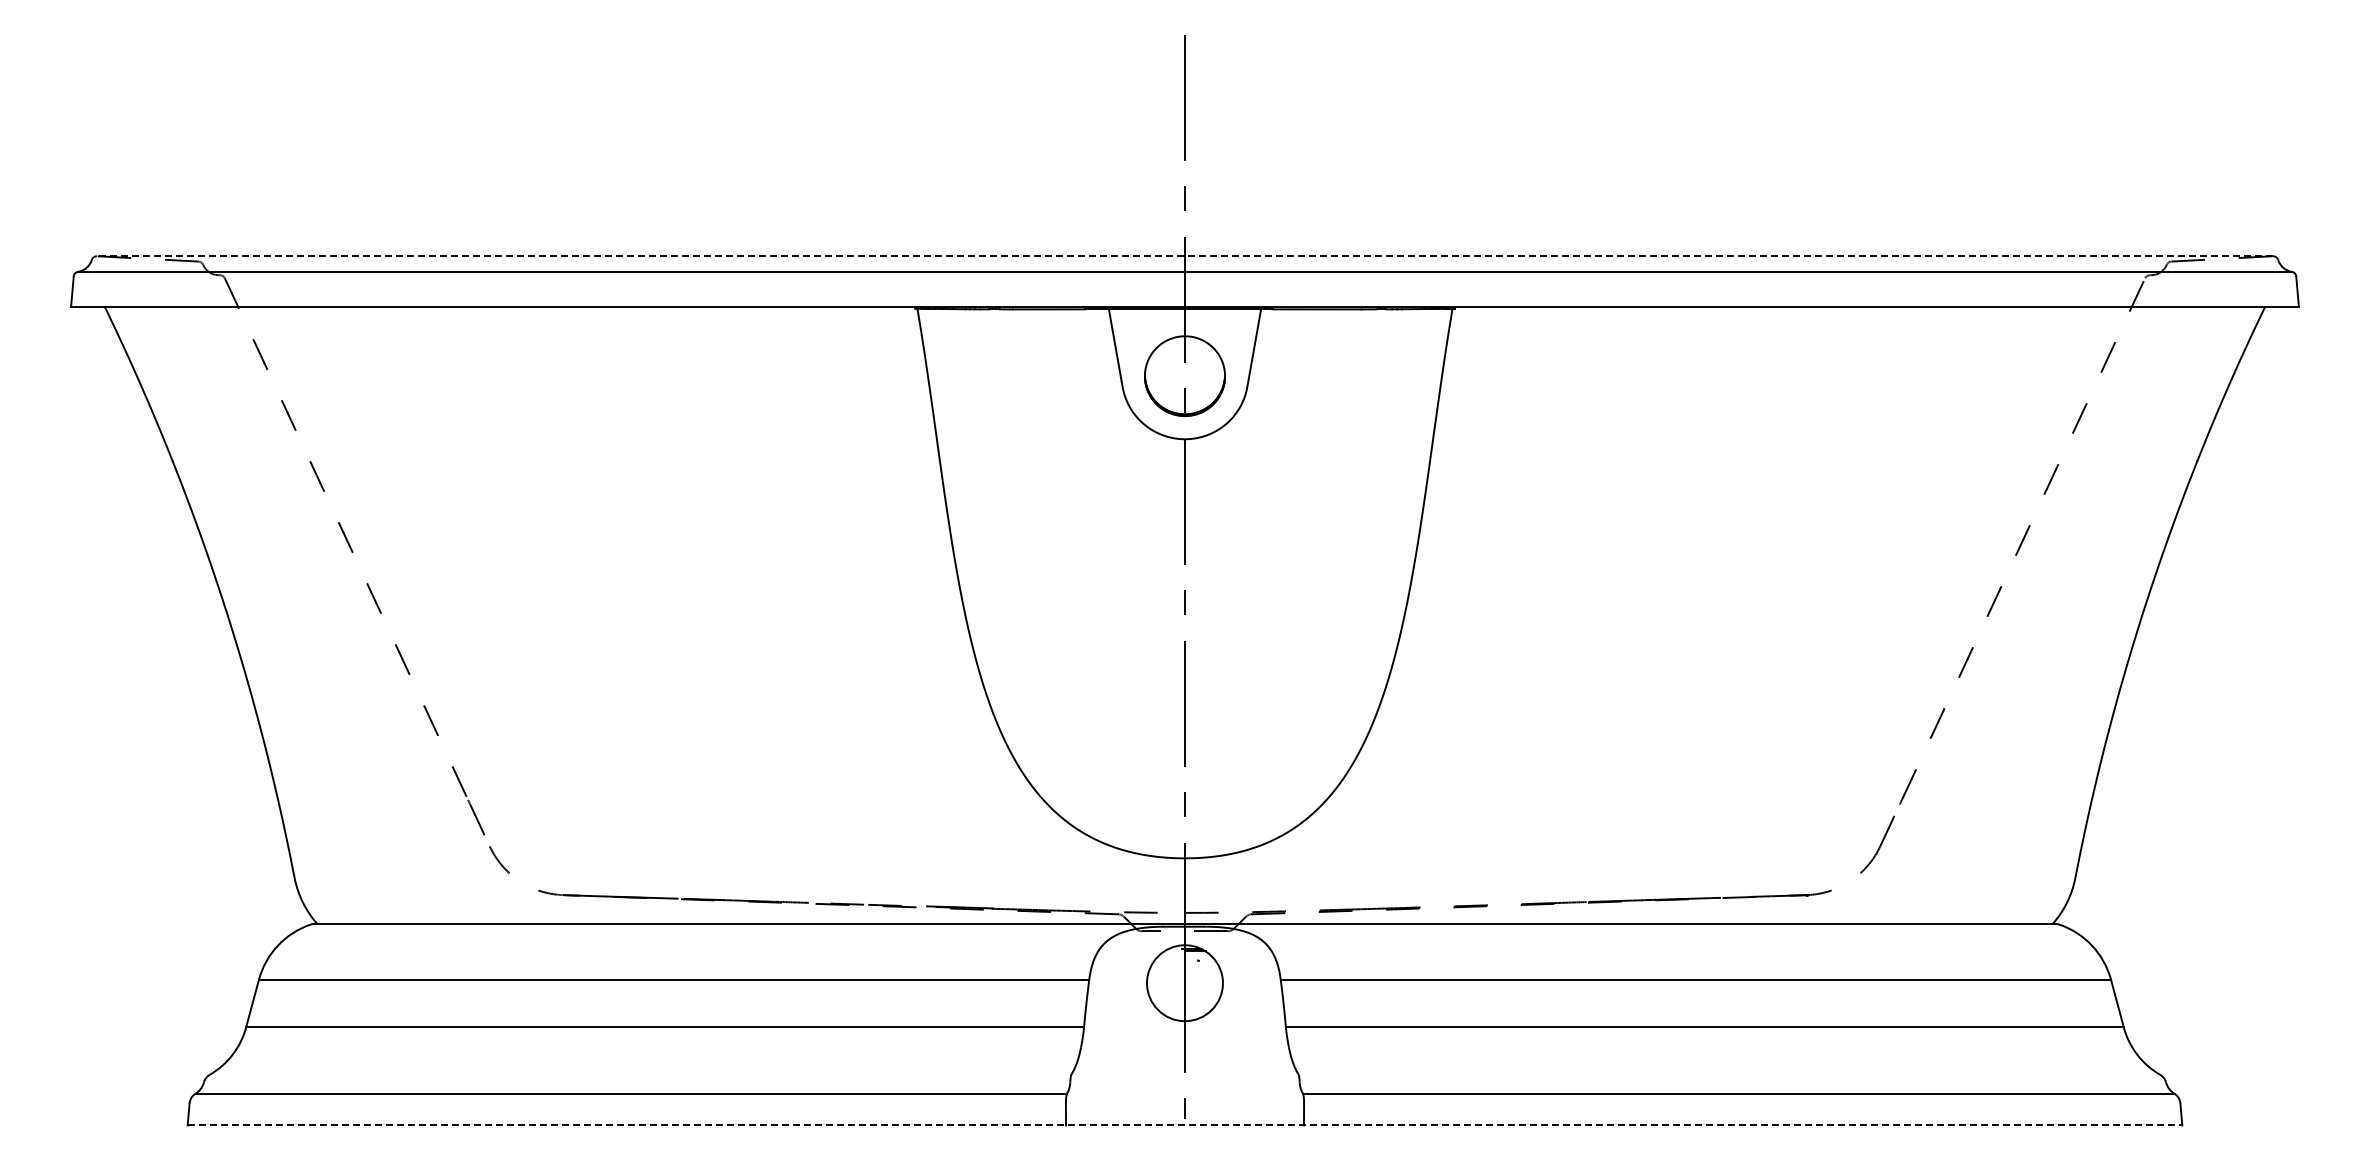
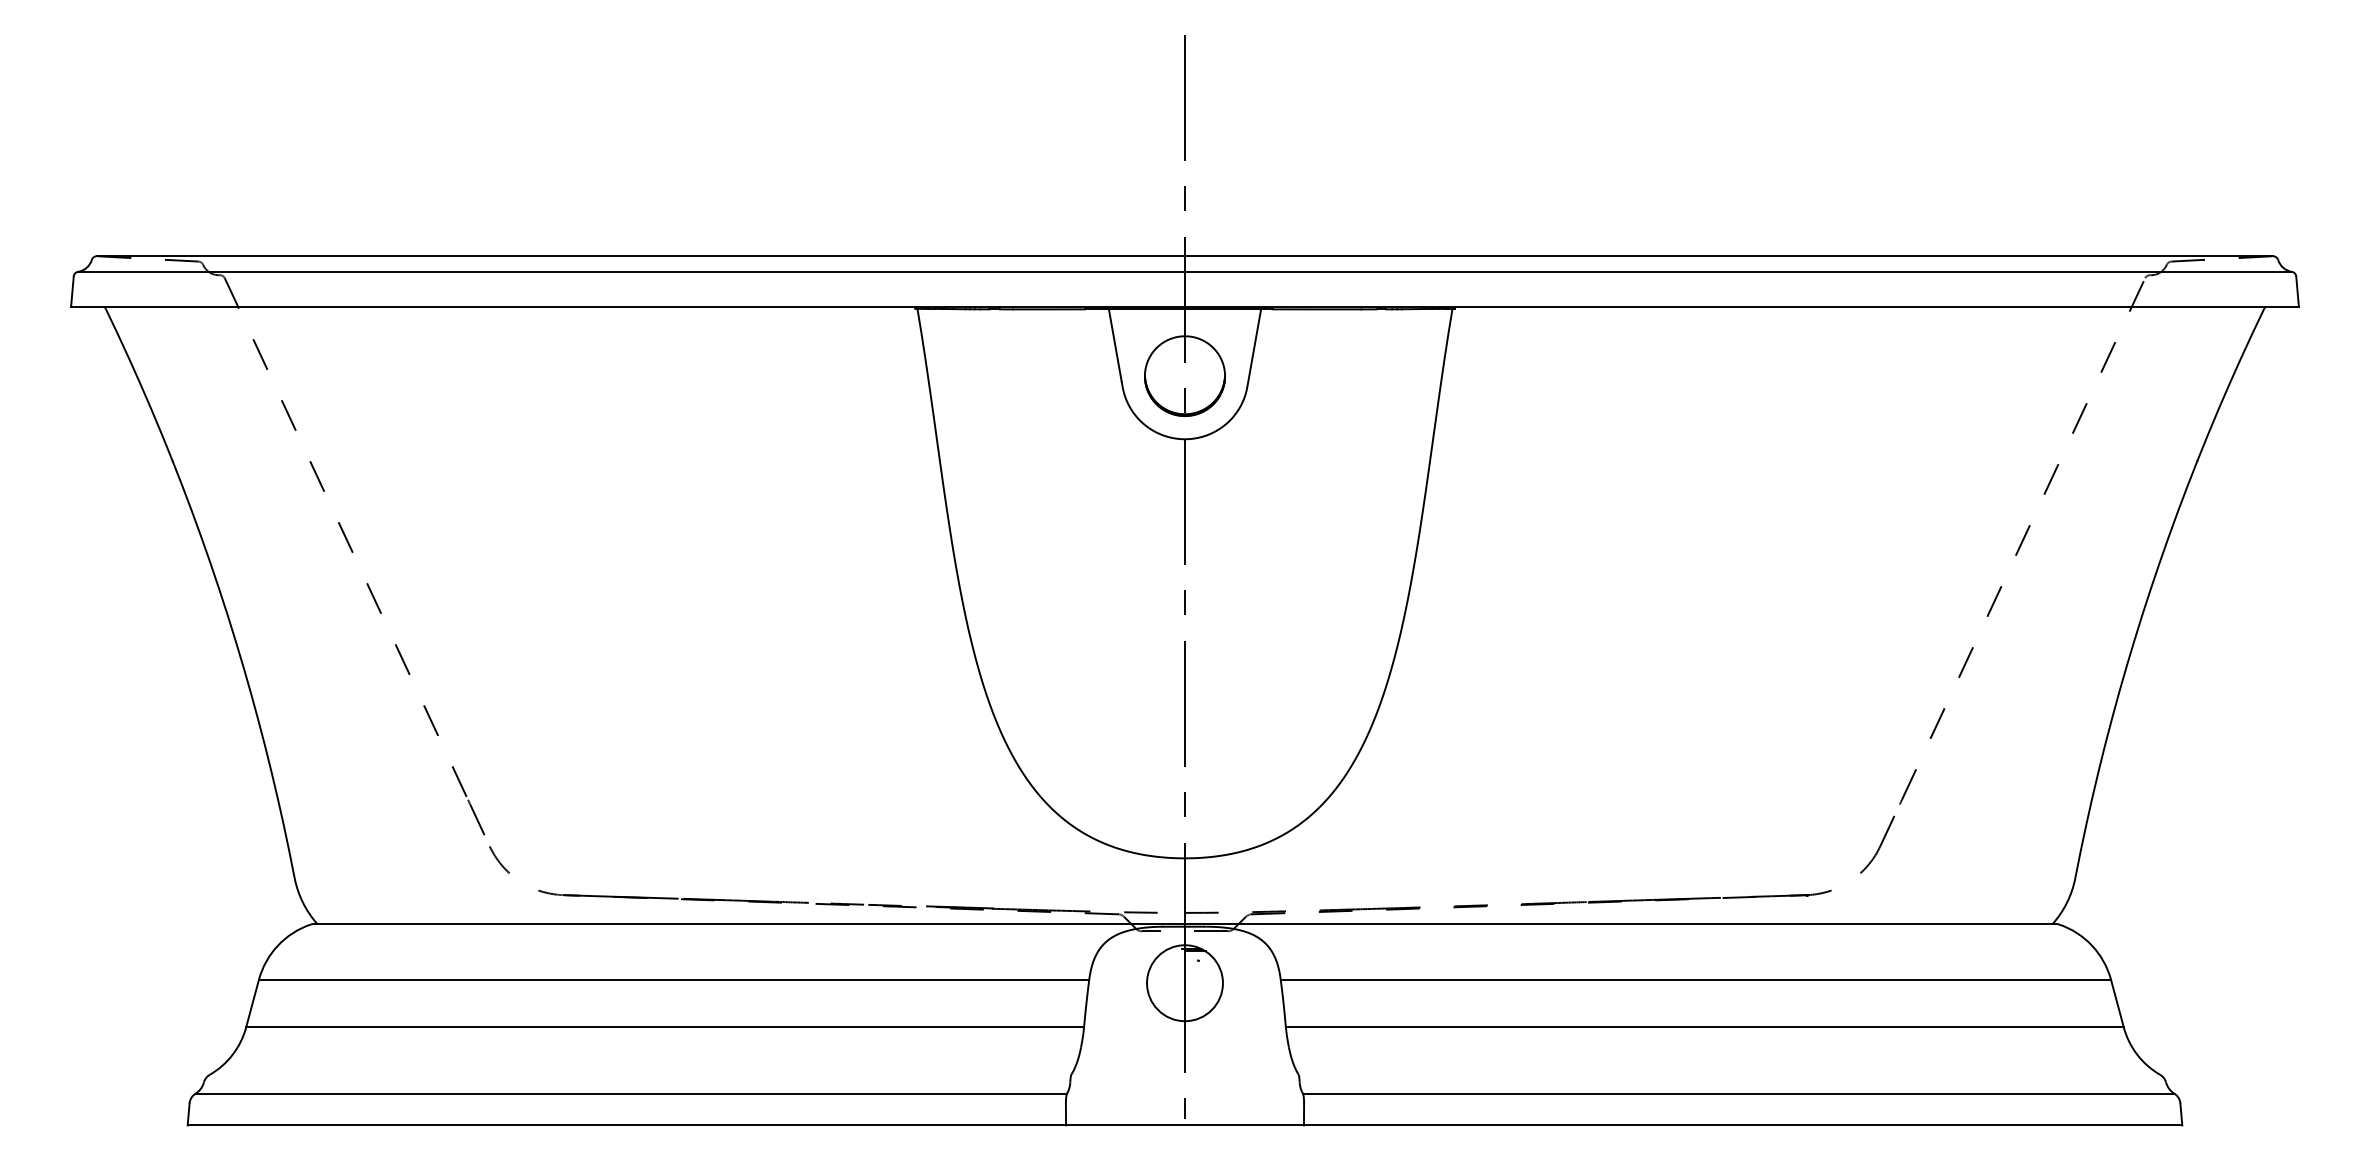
line at (1184, 256): dashed -> solid
line at (1185, 1125): dashed -> solid
